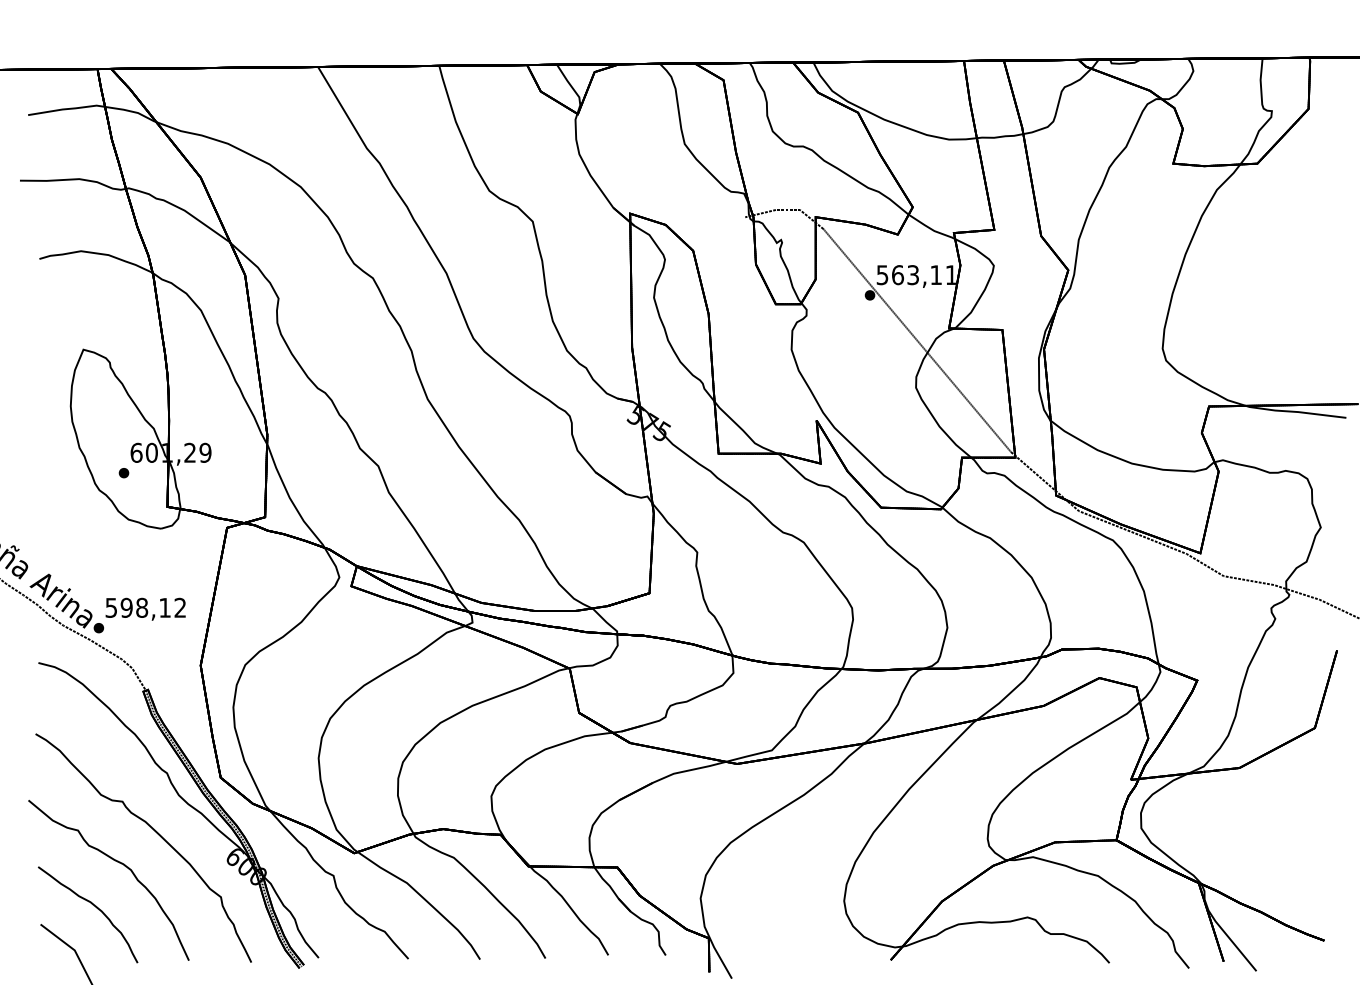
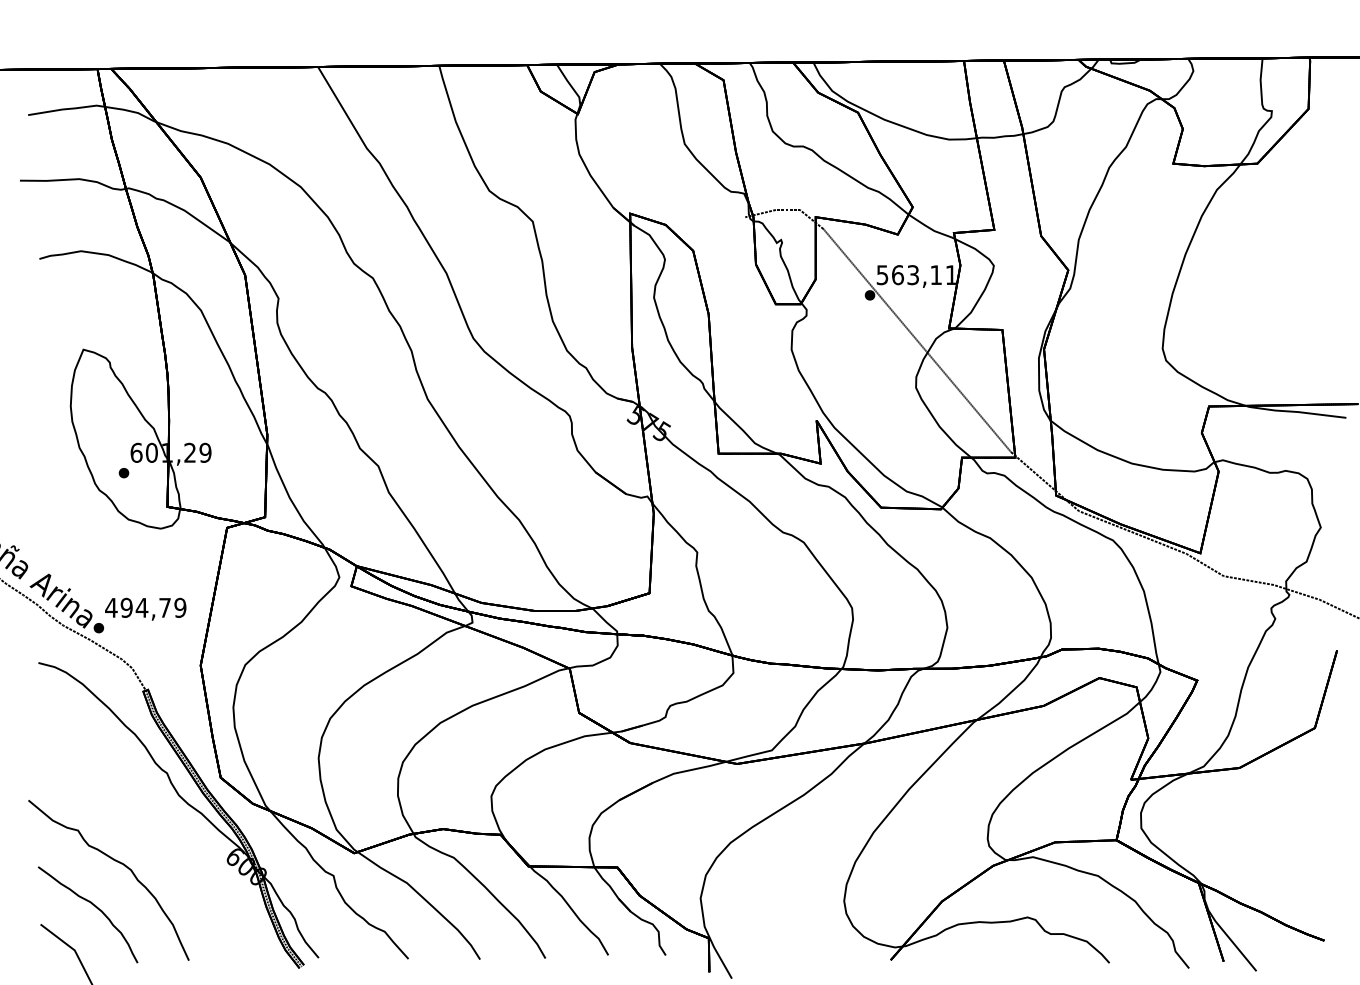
text at (145, 607): 598,12 -> 494,79
curve at (156, 833): present -> none
